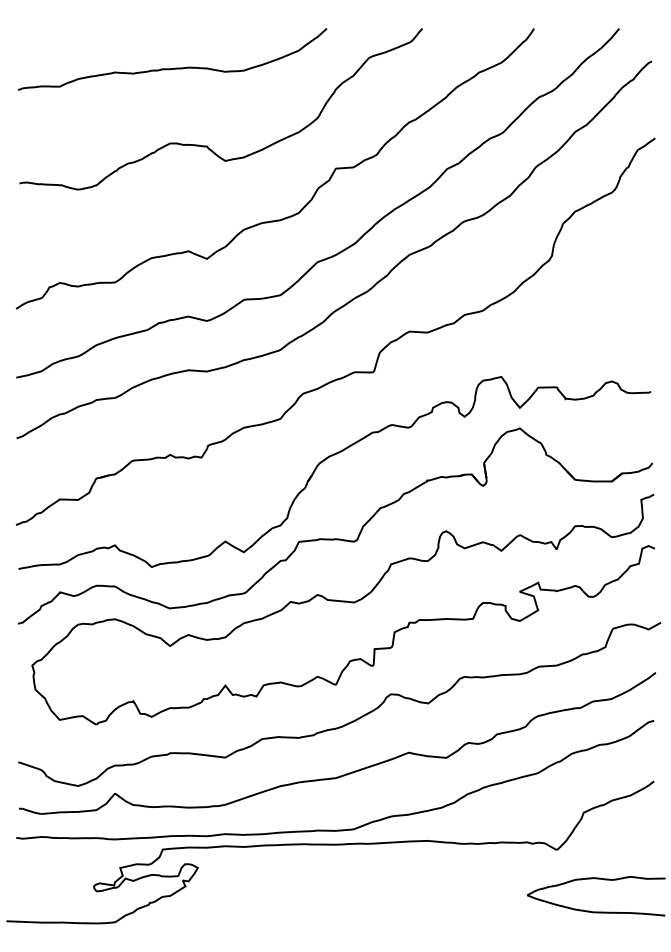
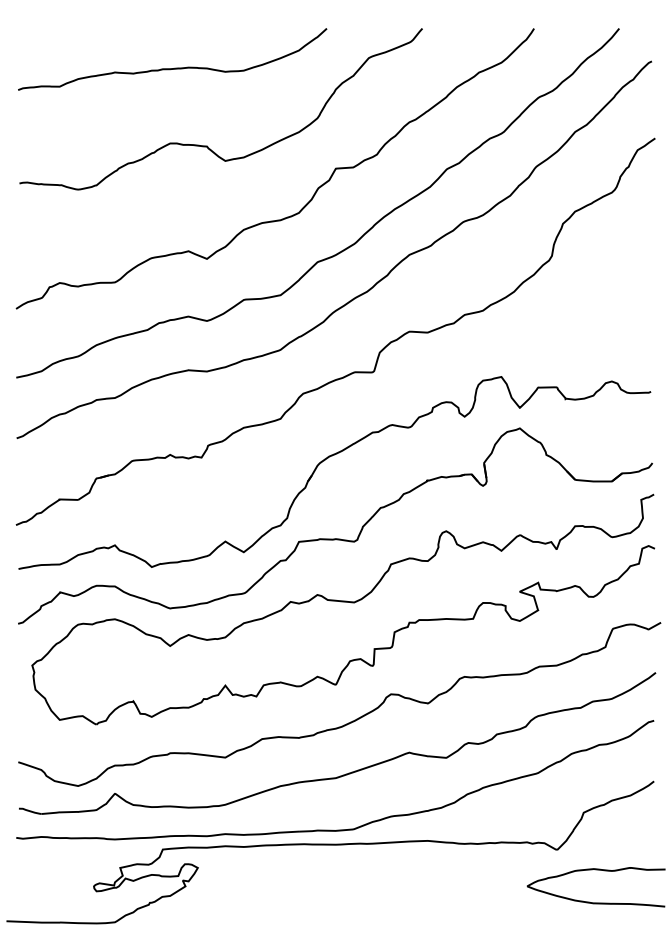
curve at (595, 911) position: (595, 911) -> (595, 902)
